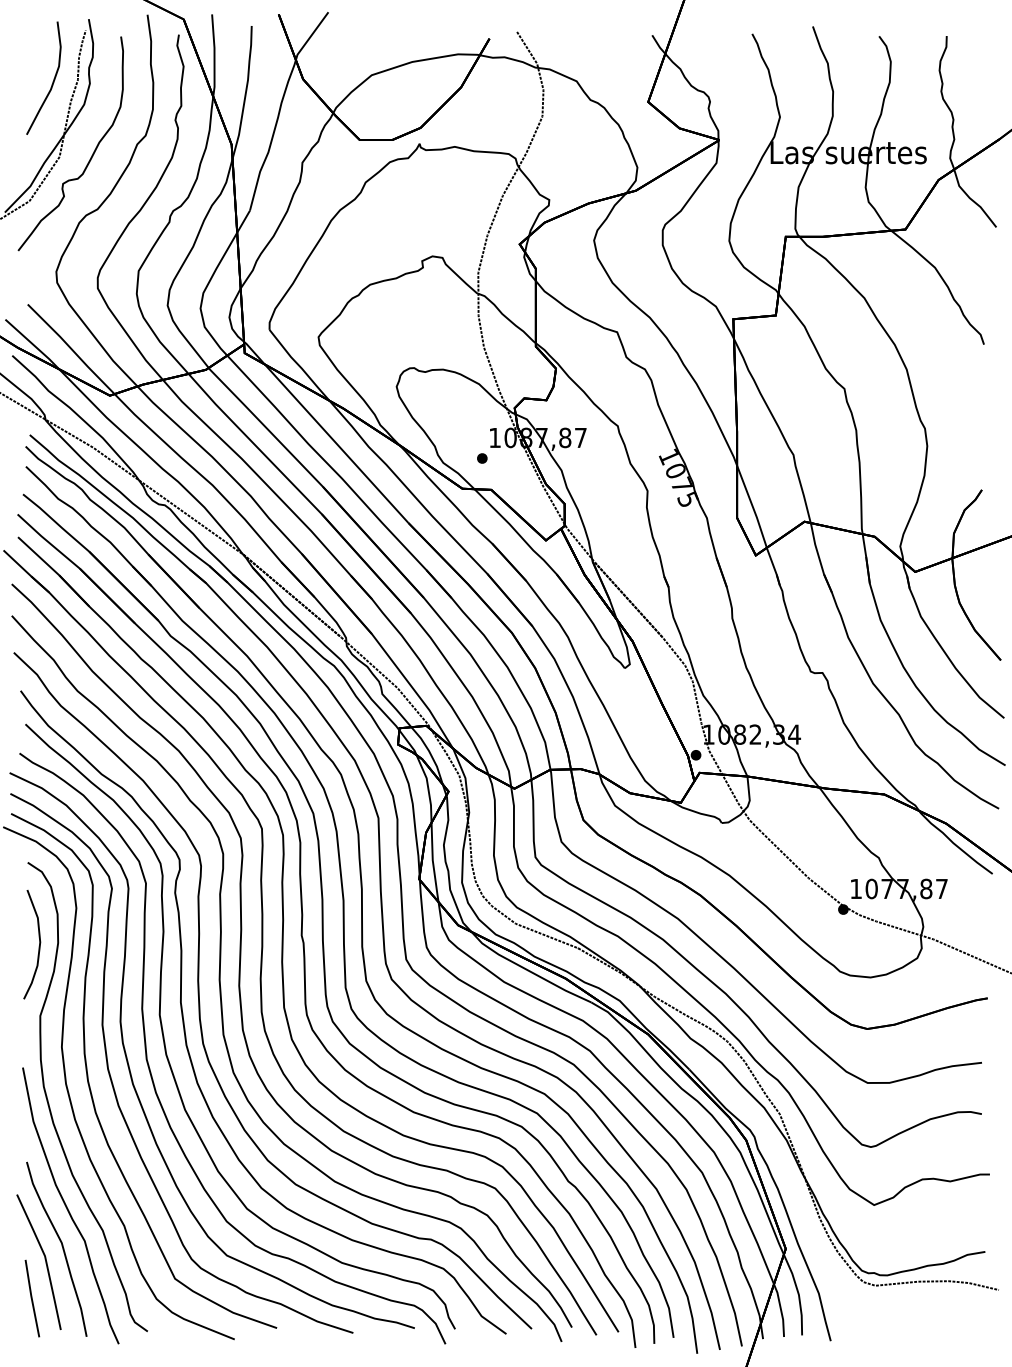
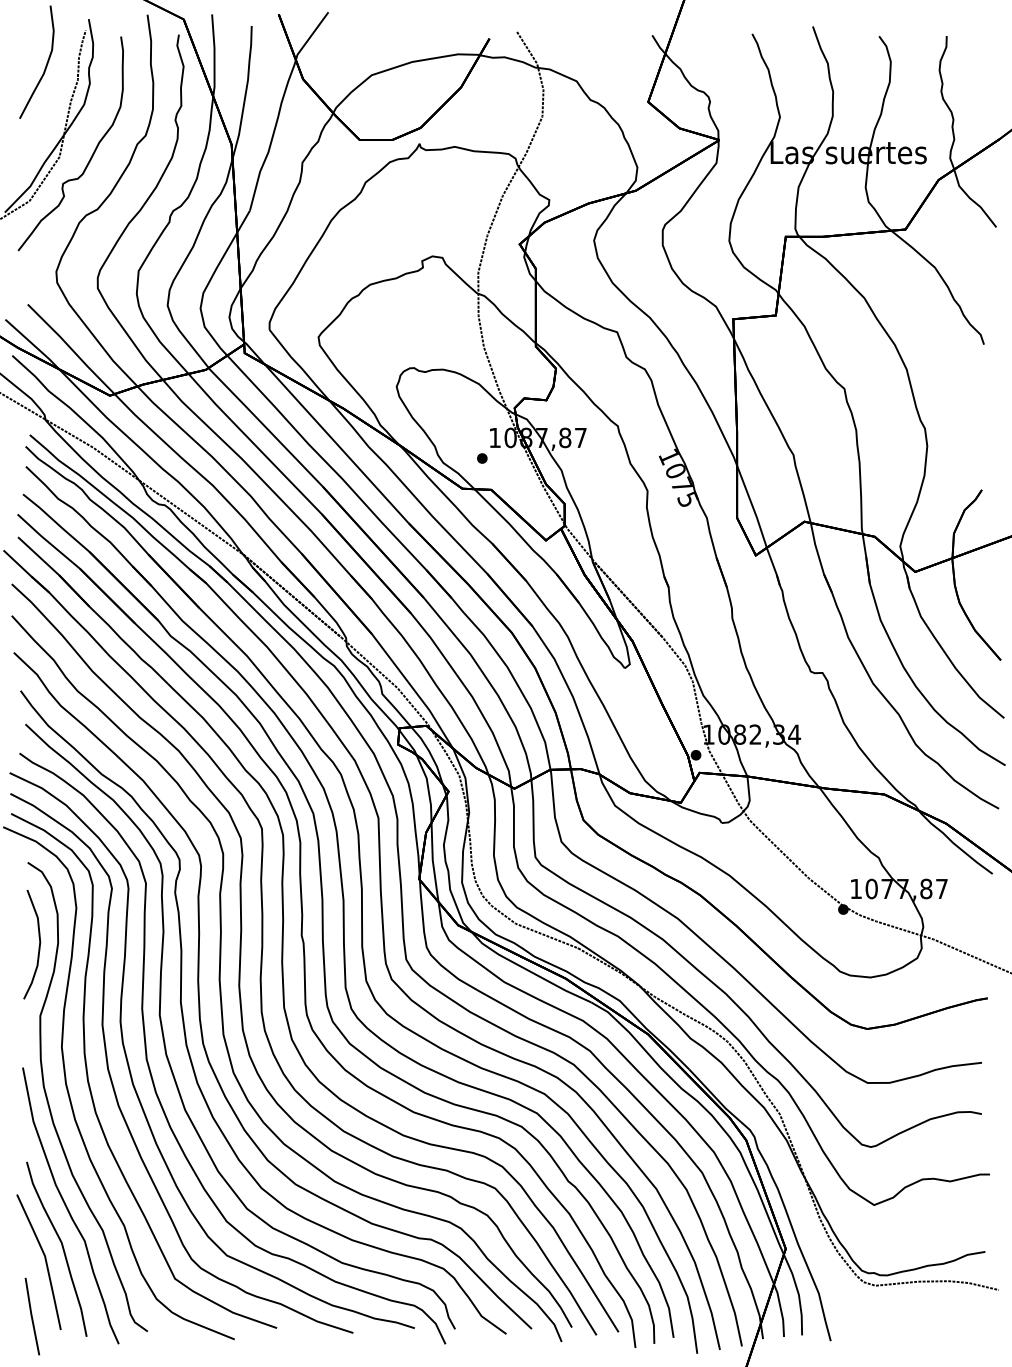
curve at (52, 81) position: (52, 81) -> (45, 65)
line at (32, 1298) position: (32, 1298) -> (32, 1316)
